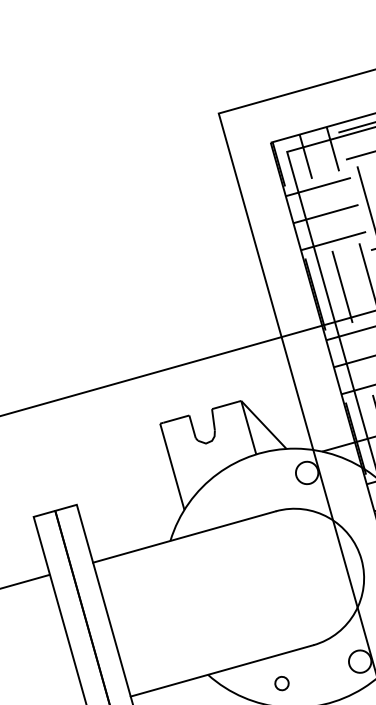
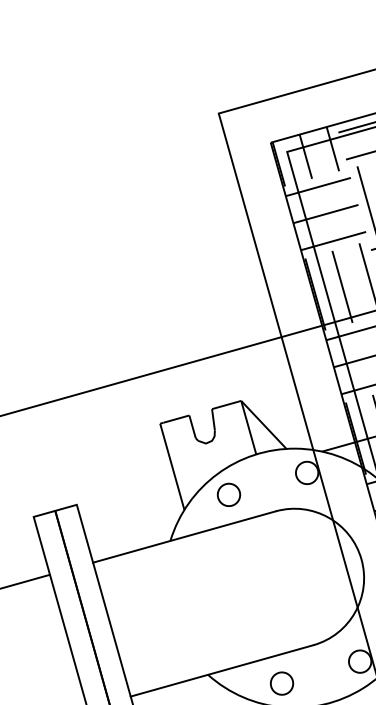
part at (228, 494): none -> present
part at (281, 683) size: 16x16 px -> 26x25 px
